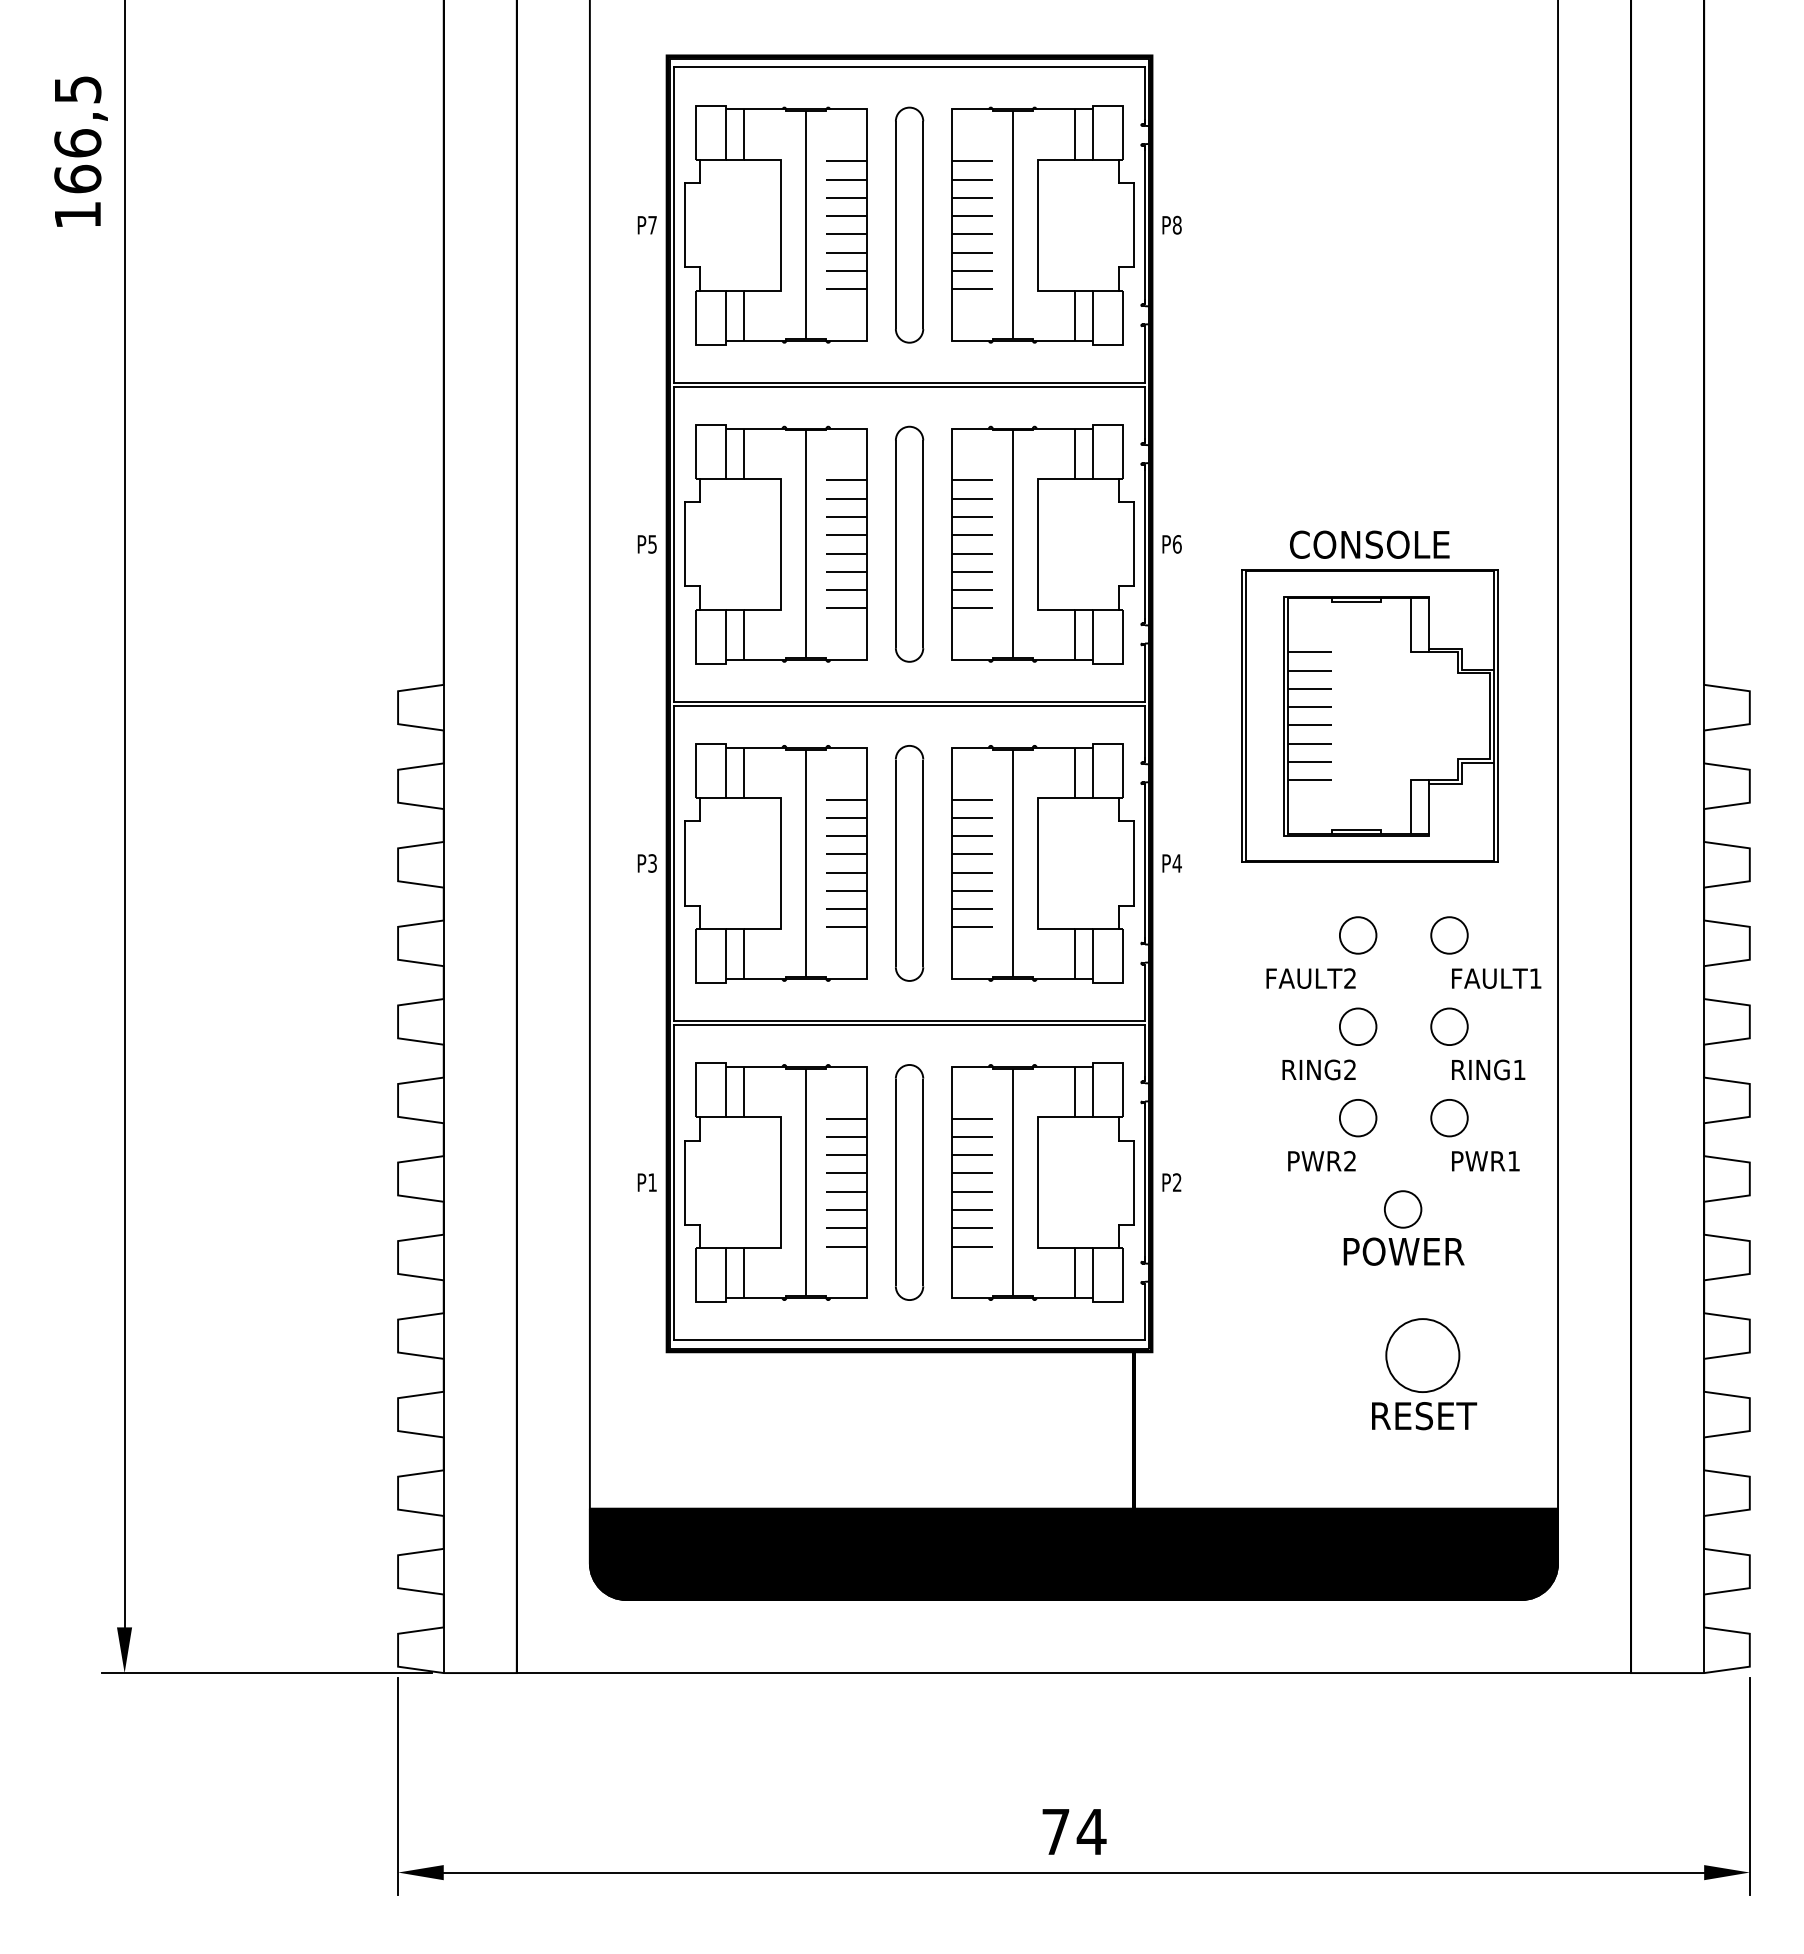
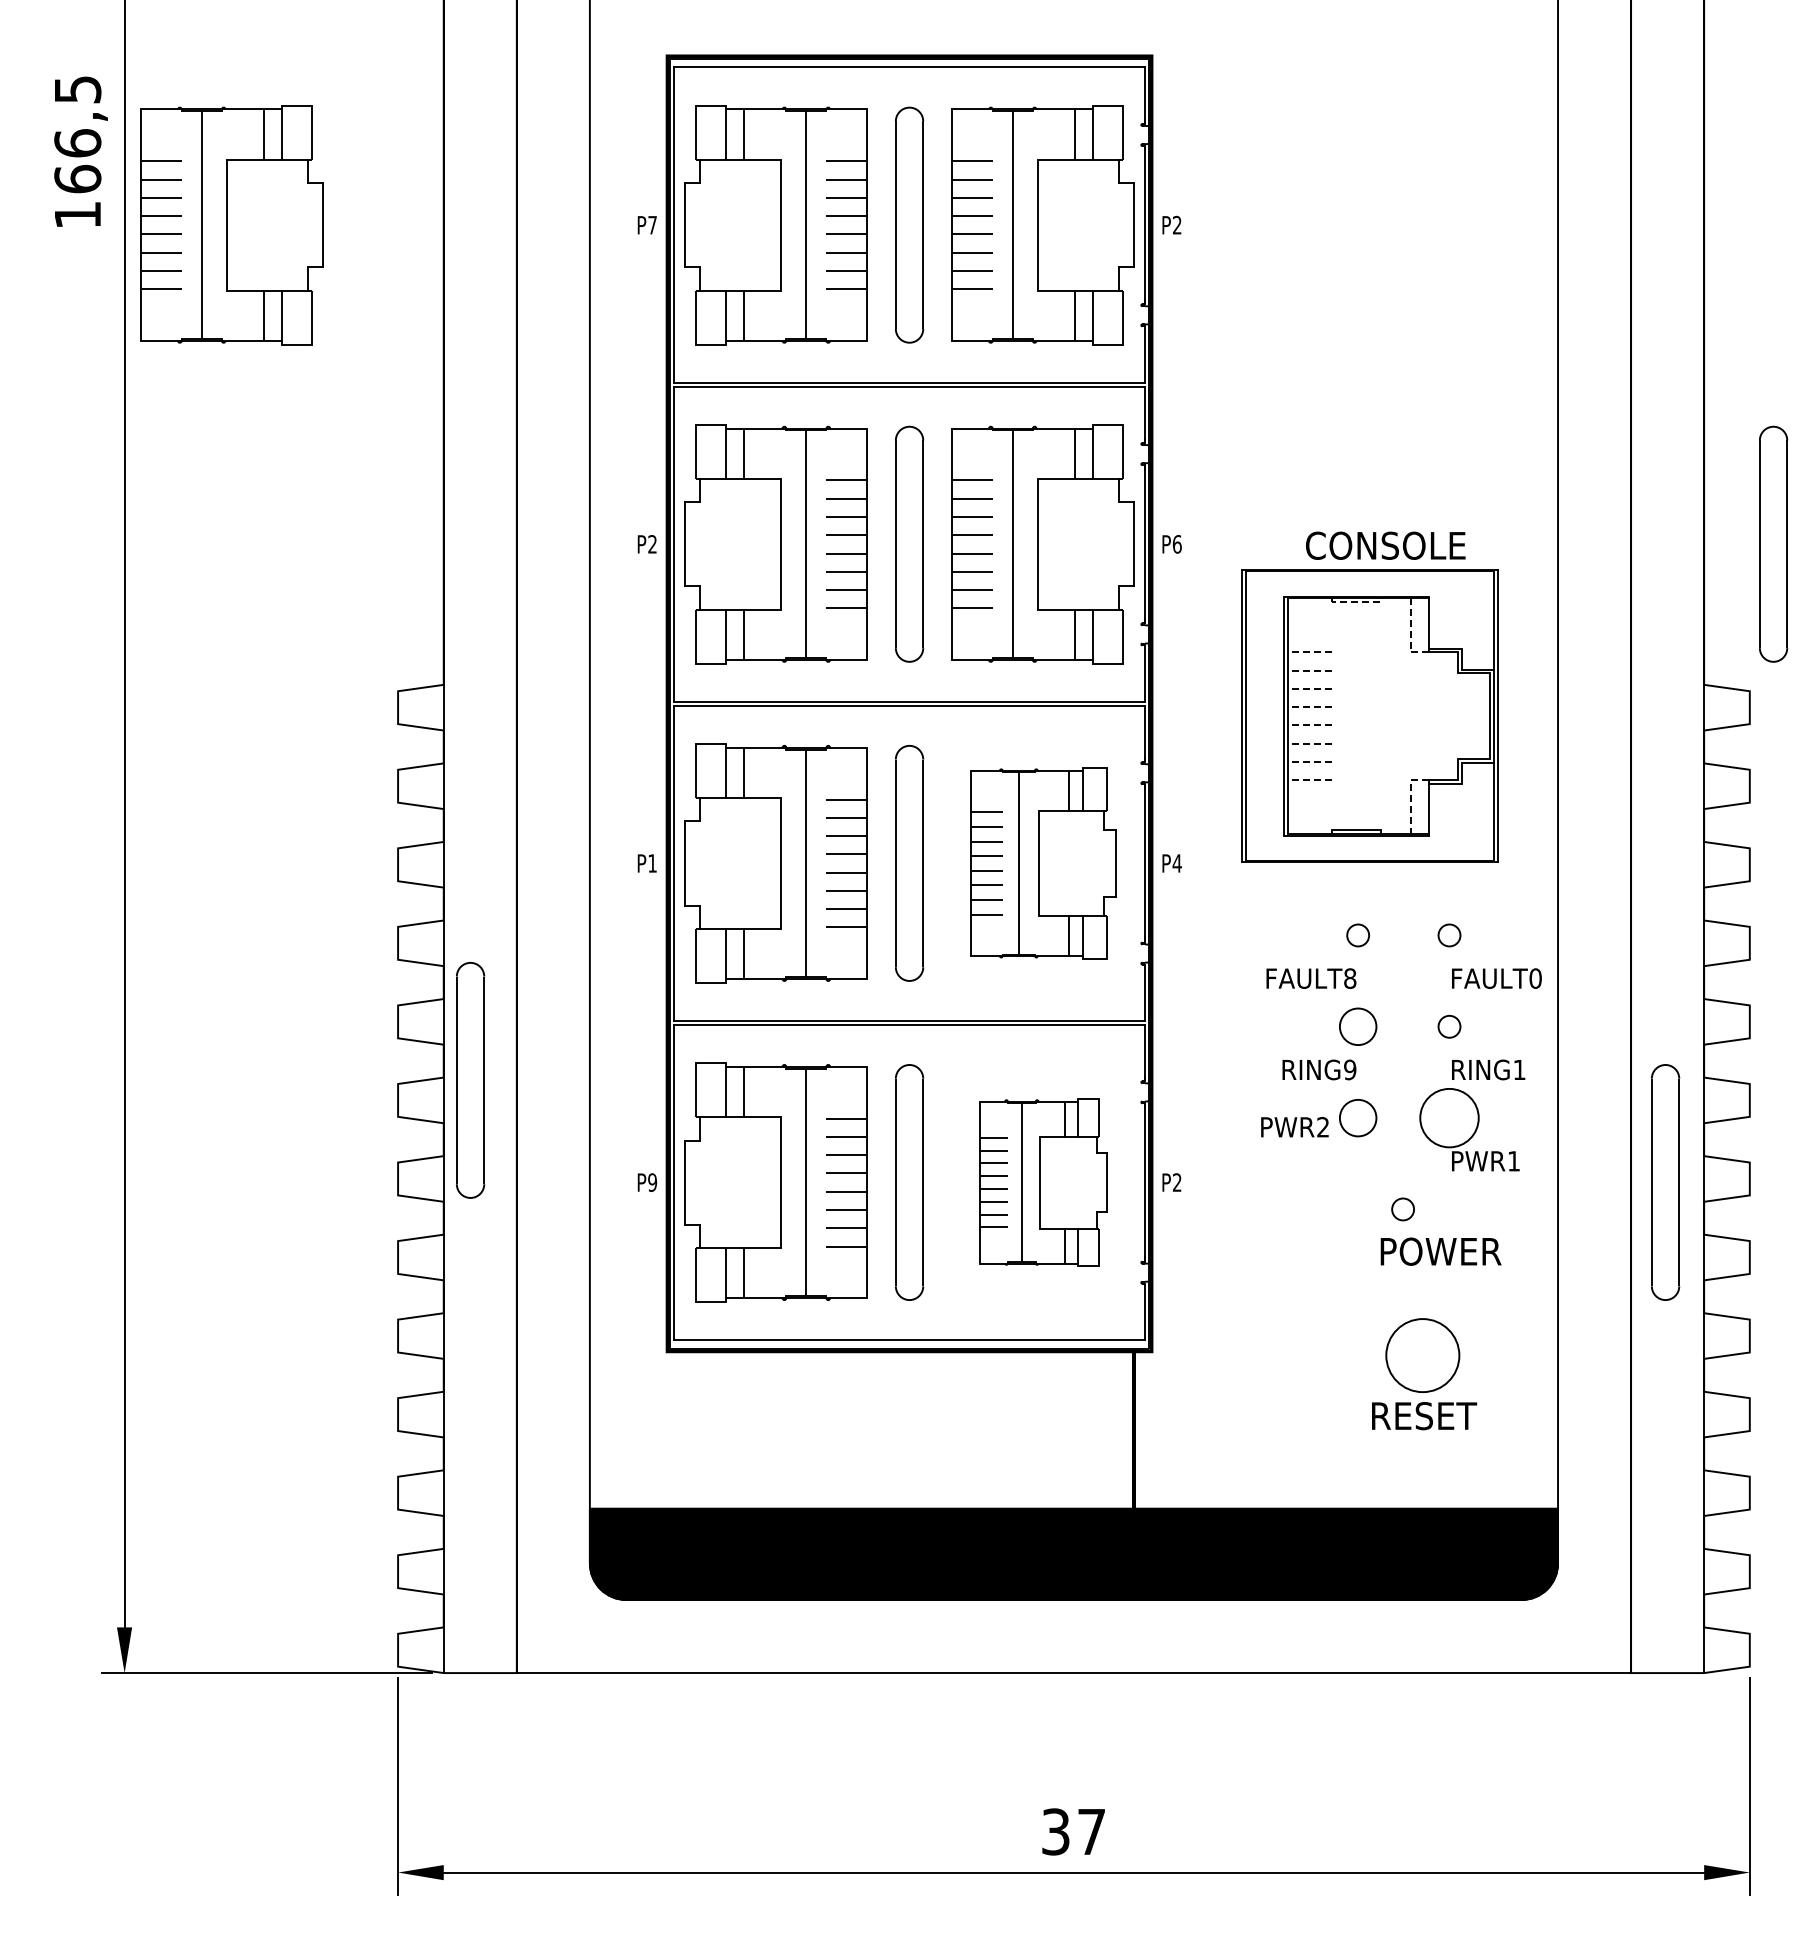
part at (231, 225): none -> present
text at (1176, 225): P8 -> P2
part at (1773, 543): none -> present
text at (652, 544): P5 -> P2
text at (1369, 544) position: (1369, 544) -> (1385, 545)
line at (1357, 602): solid -> dashed
line at (1410, 635): solid -> dashed
line at (1309, 652): solid -> dashed
line at (1309, 670): solid -> dashed
line at (1309, 688): solid -> dashed
line at (1309, 707): solid -> dashed
line at (1309, 725): solid -> dashed
line at (1309, 743): solid -> dashed
line at (1309, 761): solid -> dashed
line at (1309, 780): solid -> dashed
line at (1410, 797): solid -> dashed
text at (652, 863): P3 -> P1
part at (1042, 863) size: 184x241 px -> 147x193 px
circle at (1357, 935) diameter: 37 px -> 22 px
circle at (1449, 935) diameter: 37 px -> 22 px
text at (1350, 978): FAULT2 -> FAULT8
text at (1535, 978): FAULT1 -> FAULT0
circle at (1449, 1026) diameter: 37 px -> 22 px
text at (1350, 1069): RING2 -> RING9
part at (470, 1080): none -> present
circle at (1449, 1117) diameter: 37 px -> 58 px
text at (1321, 1161) position: (1321, 1161) -> (1294, 1127)
text at (652, 1182): P1 -> P9
part at (1042, 1182) size: 184x241 px -> 129x169 px
part at (1665, 1182): none -> present
circle at (1402, 1209) diameter: 37 px -> 22 px
text at (1403, 1251) position: (1403, 1251) -> (1440, 1251)
text at (1074, 1831): 74 -> 37
